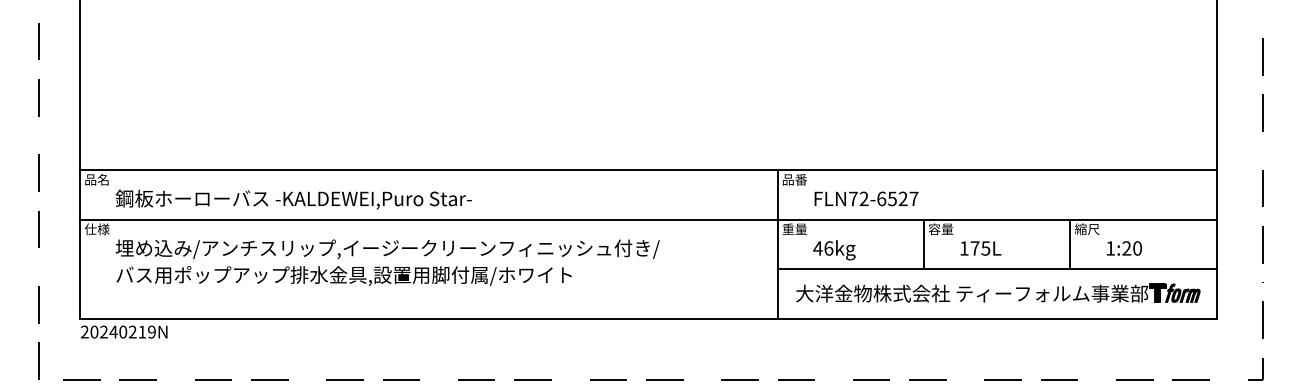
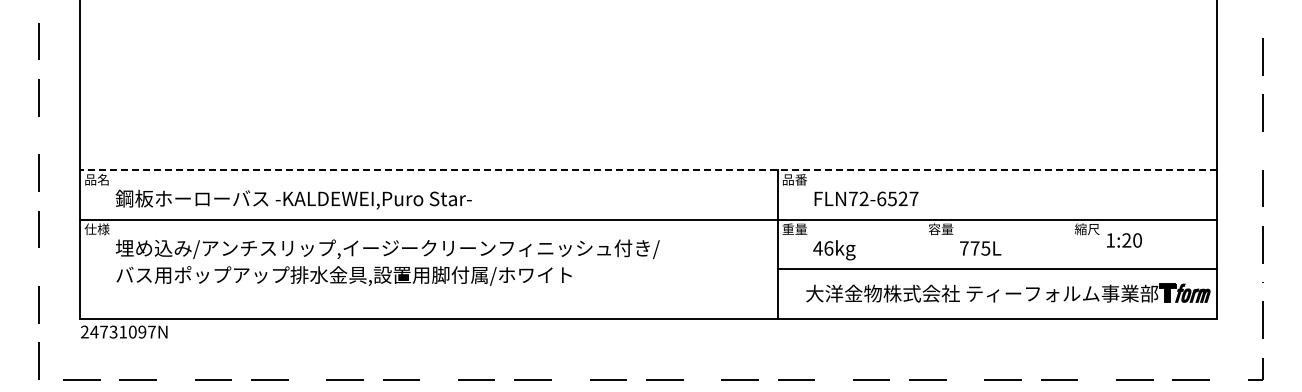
line at (647, 170): solid -> dashed
line at (924, 244): present -> none
line at (1070, 244): present -> none
text at (964, 248): 175L -> 775L
text at (1124, 248) position: (1124, 248) -> (1124, 240)
part at (998, 292) position: (998, 292) -> (1008, 292)
text at (122, 331): 20240219N -> 24731097N
